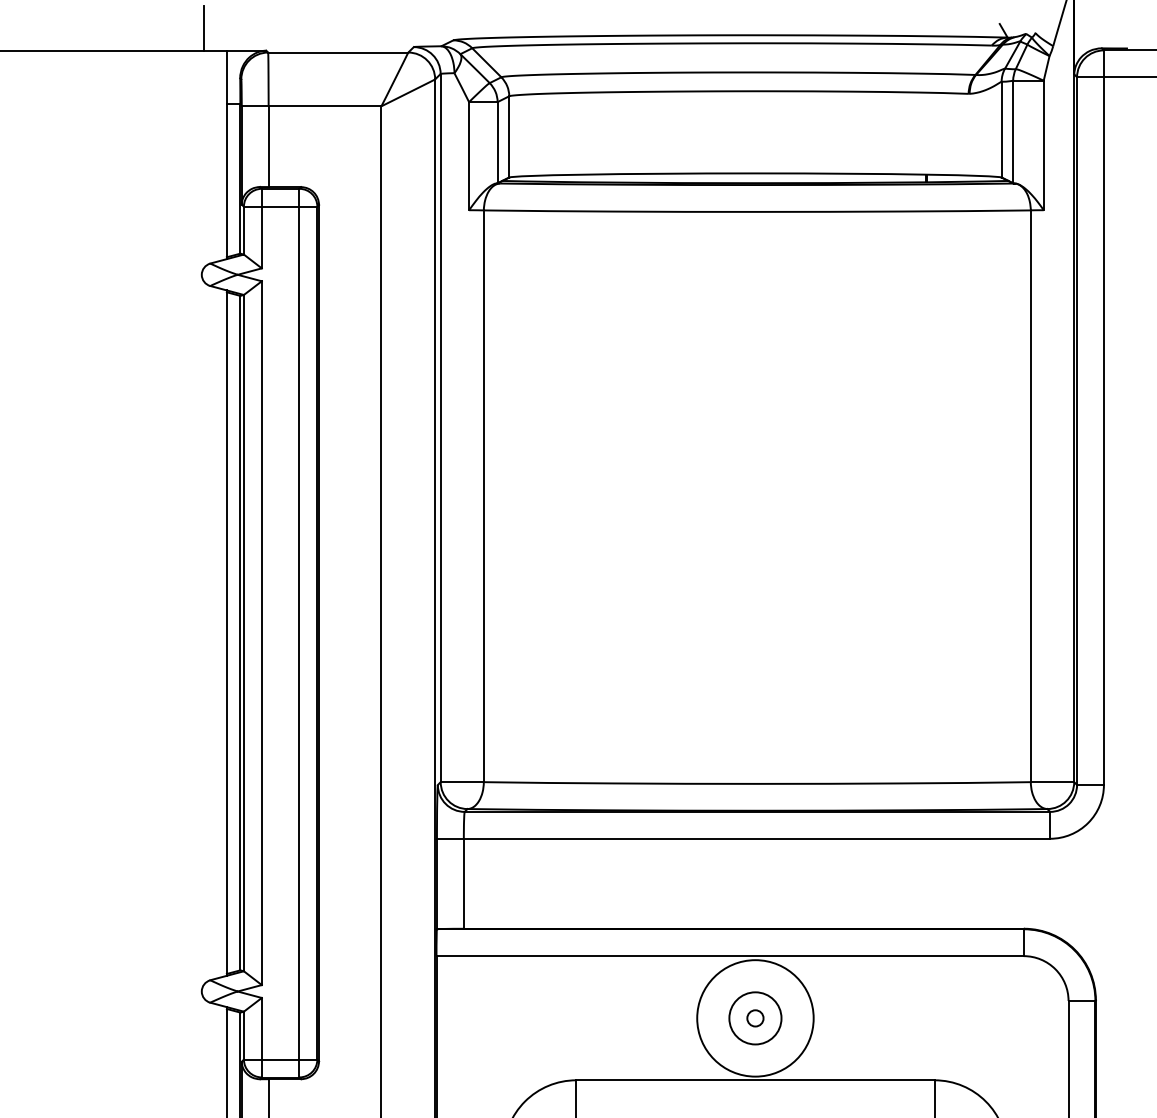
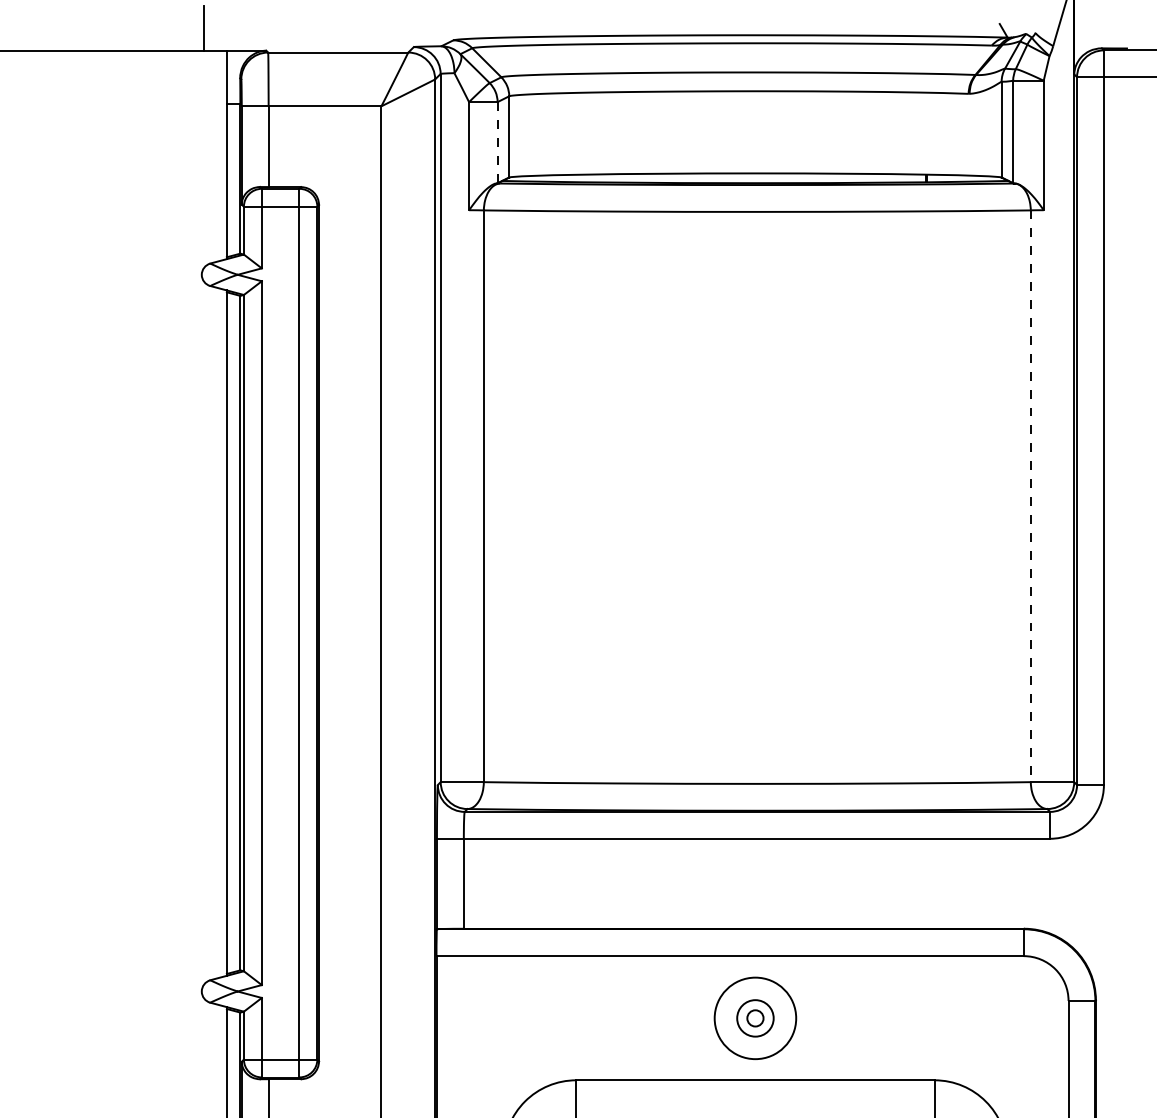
line at (497, 142): solid -> dashed
line at (1030, 496): solid -> dashed
circle at (755, 1018) diameter: 116 px -> 82 px
circle at (755, 1018) diameter: 52 px -> 36 px
